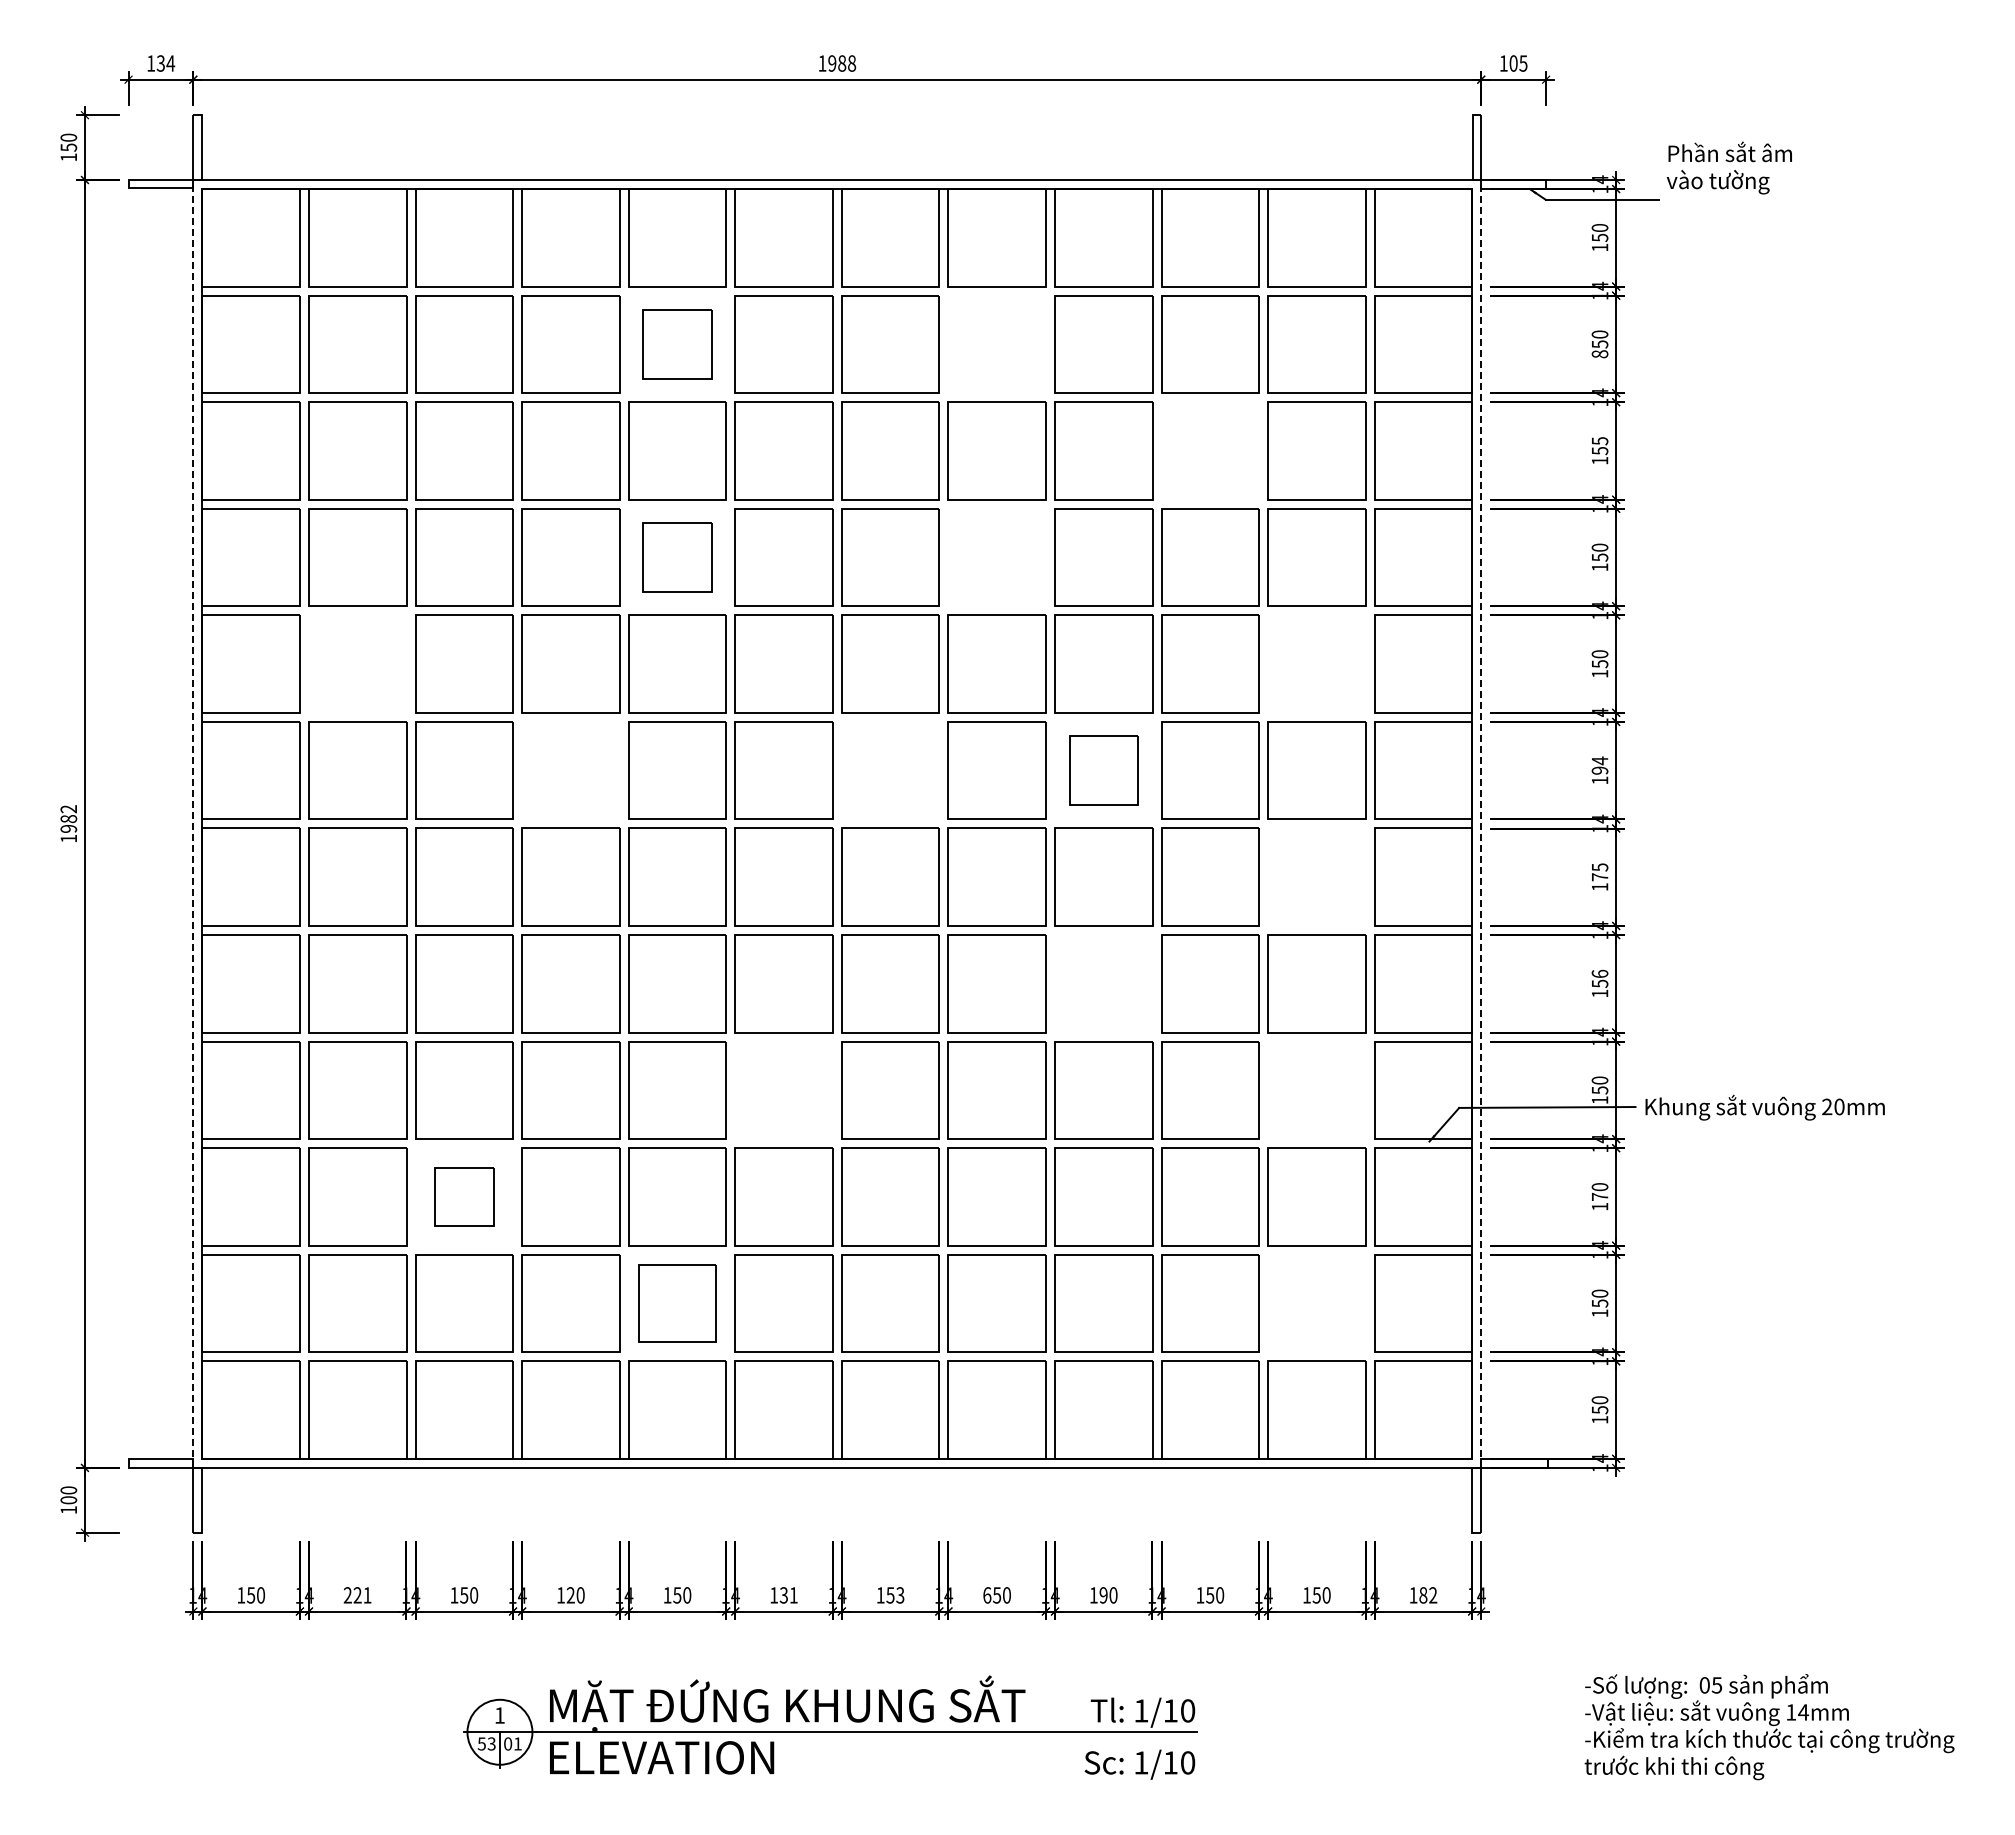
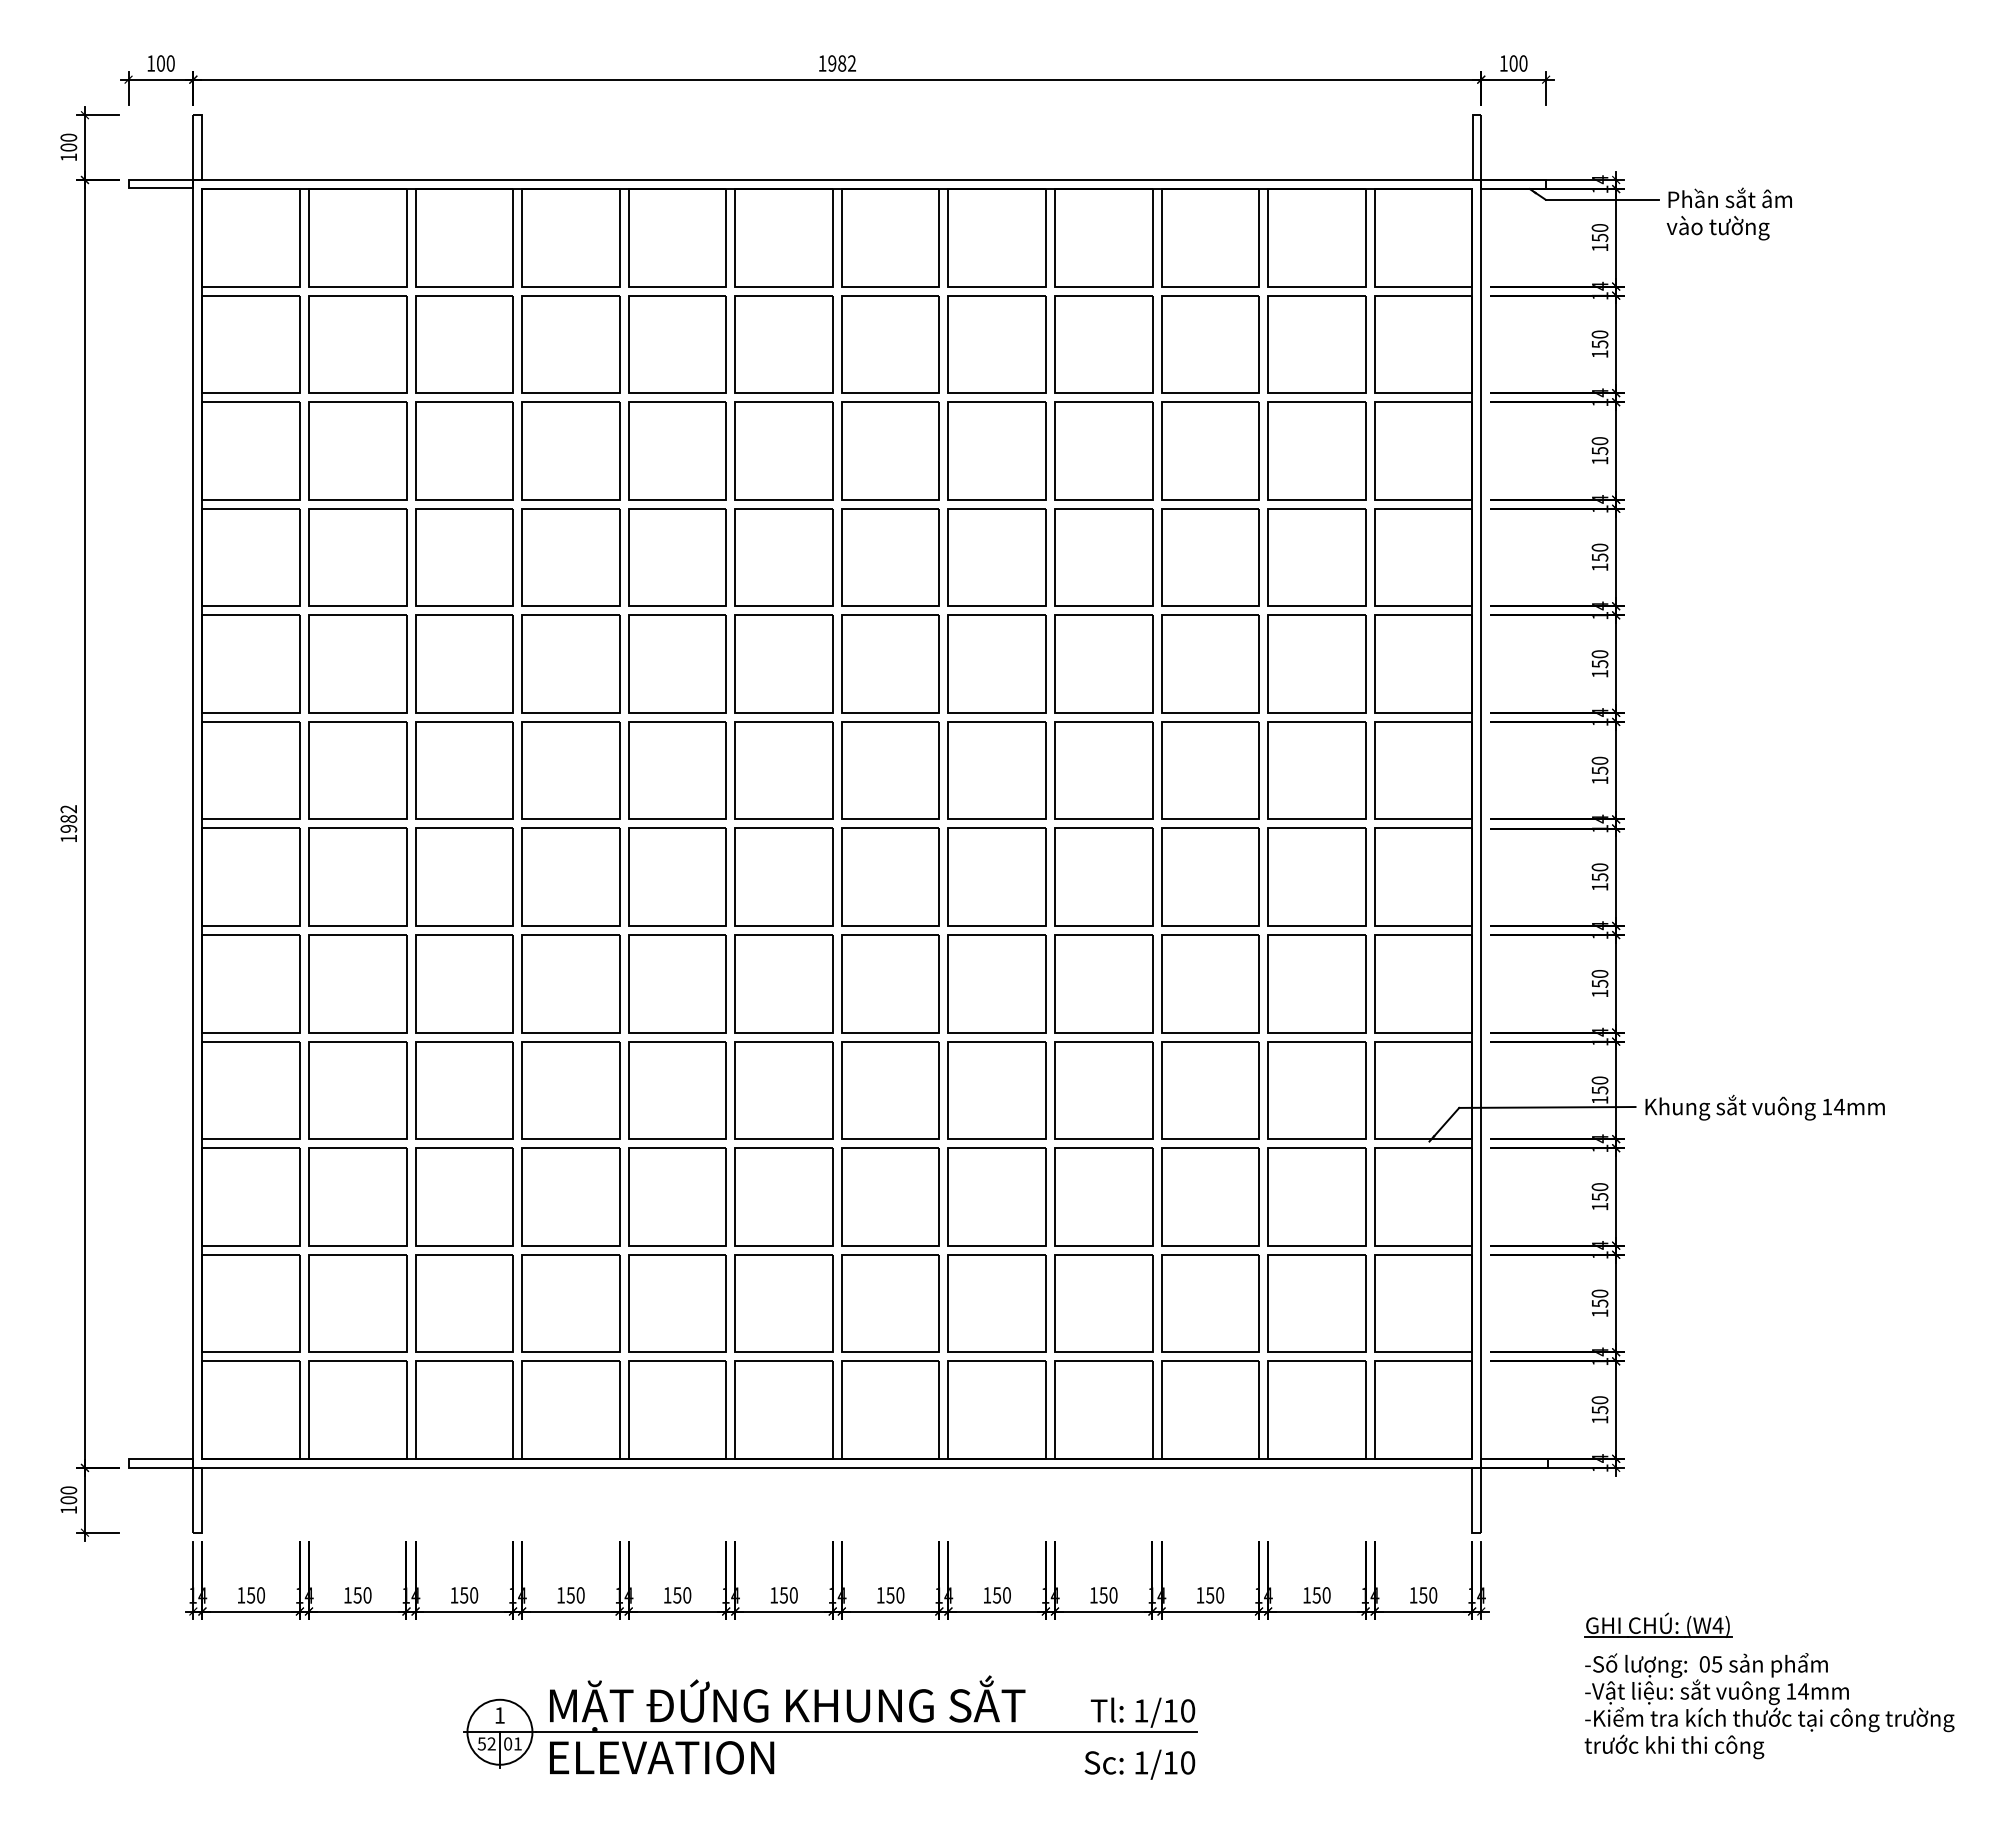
text at (165, 63): 134 -> 100
text at (852, 63): 1988 -> 1982
text at (1523, 63): 105 -> 100
text at (68, 147): 150 -> 100
text at (1728, 167) position: (1728, 167) -> (1728, 213)
part at (677, 344) size: 71x71 px -> 99x99 px
part at (996, 344): none -> present
text at (1599, 354): 850 -> 150
text at (1599, 441): 155 -> 150
part at (1210, 450): none -> present
part at (677, 557) size: 71x71 px -> 99x99 px
part at (996, 557): none -> present
part at (357, 663): none -> present
part at (1316, 663): none -> present
text at (1599, 765): 194 -> 150
part at (570, 770): none -> present
part at (890, 770): none -> present
part at (1103, 770) size: 70x71 px -> 100x99 px
line at (193, 823): dashed -> solid
line at (1481, 823): dashed -> solid
text at (1599, 872): 175 -> 150
part at (1316, 876): none -> present
text at (1599, 973): 156 -> 150
part at (1103, 983): none -> present
part at (783, 1090): none -> present
part at (1316, 1090): none -> present
text at (1833, 1106): 20mm -> 14mm
part at (464, 1196) size: 61x60 px -> 99x100 px
text at (1600, 1196): 170 -> 150
part at (677, 1303) size: 79x79 px -> 99x99 px
part at (1316, 1303): none -> present
text at (357, 1595): 221 -> 150
text at (570, 1595): 120 -> 150
text at (788, 1595): 131 -> 150
text at (900, 1595): 153 -> 150
text at (987, 1595): 650 -> 150
text at (1103, 1595): 190 -> 150
text at (1428, 1595): 182 -> 150
part at (1658, 1624): none -> present
text at (1769, 1727) position: (1769, 1727) -> (1769, 1706)
text at (491, 1744): 53 -> 52
